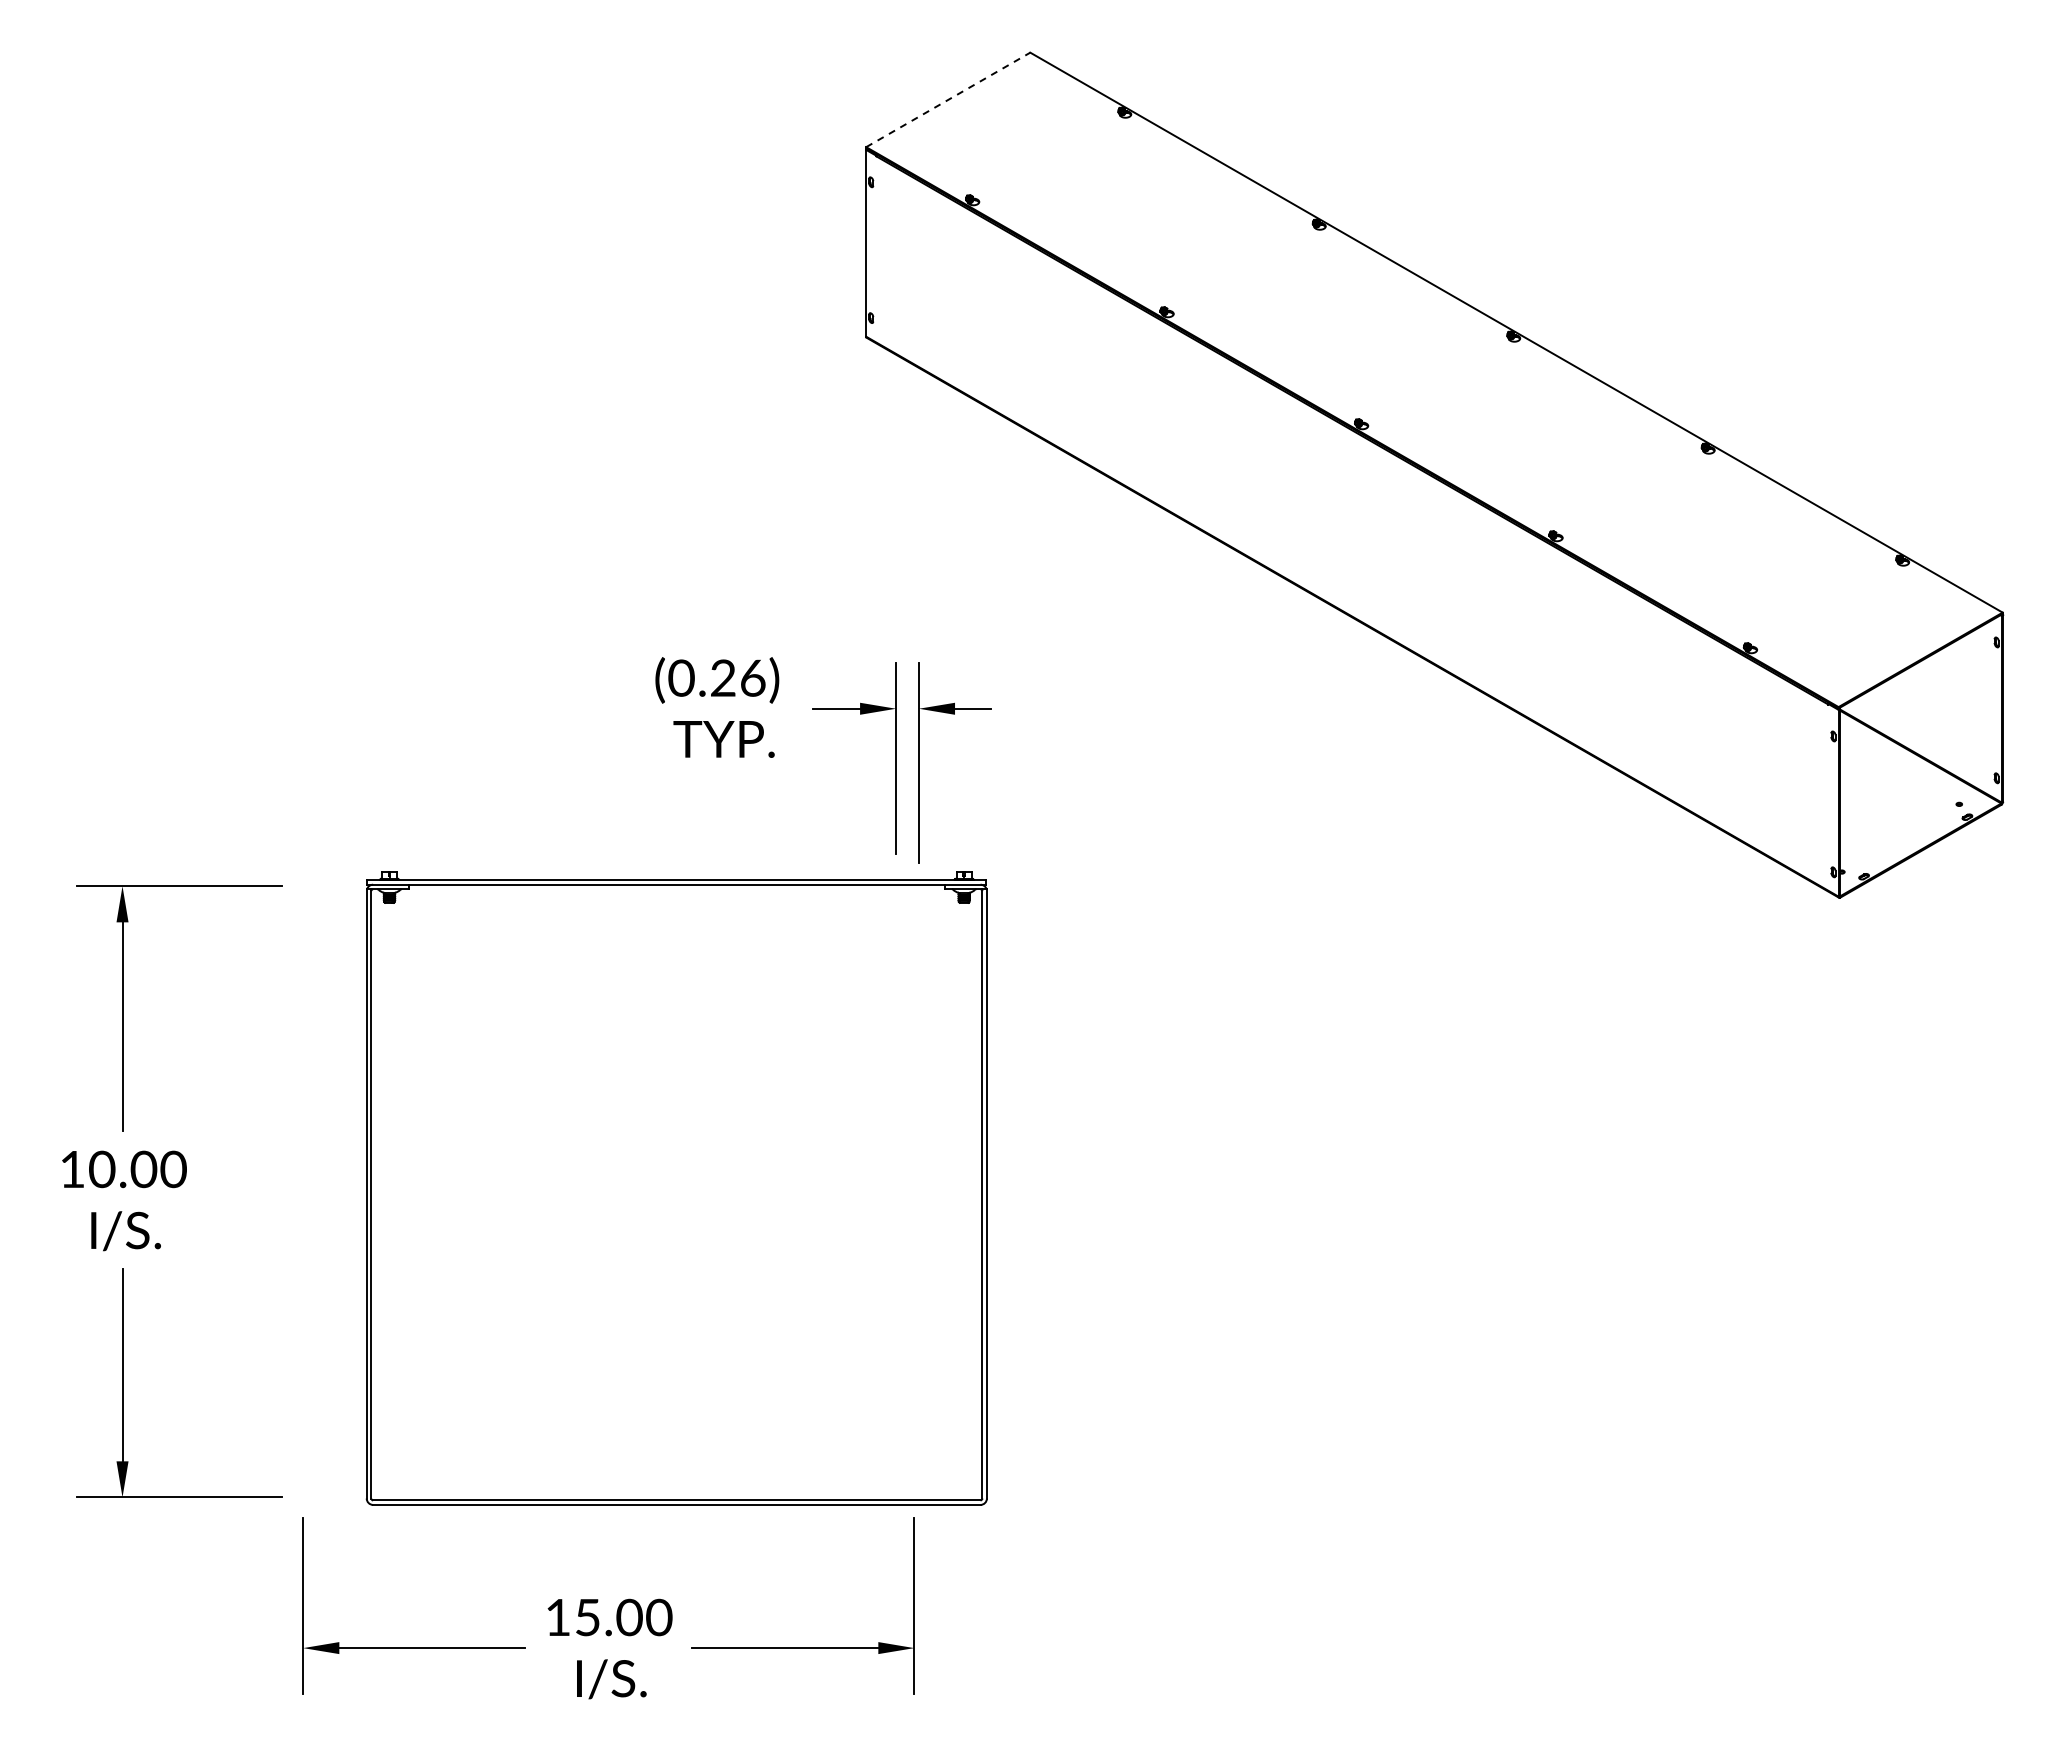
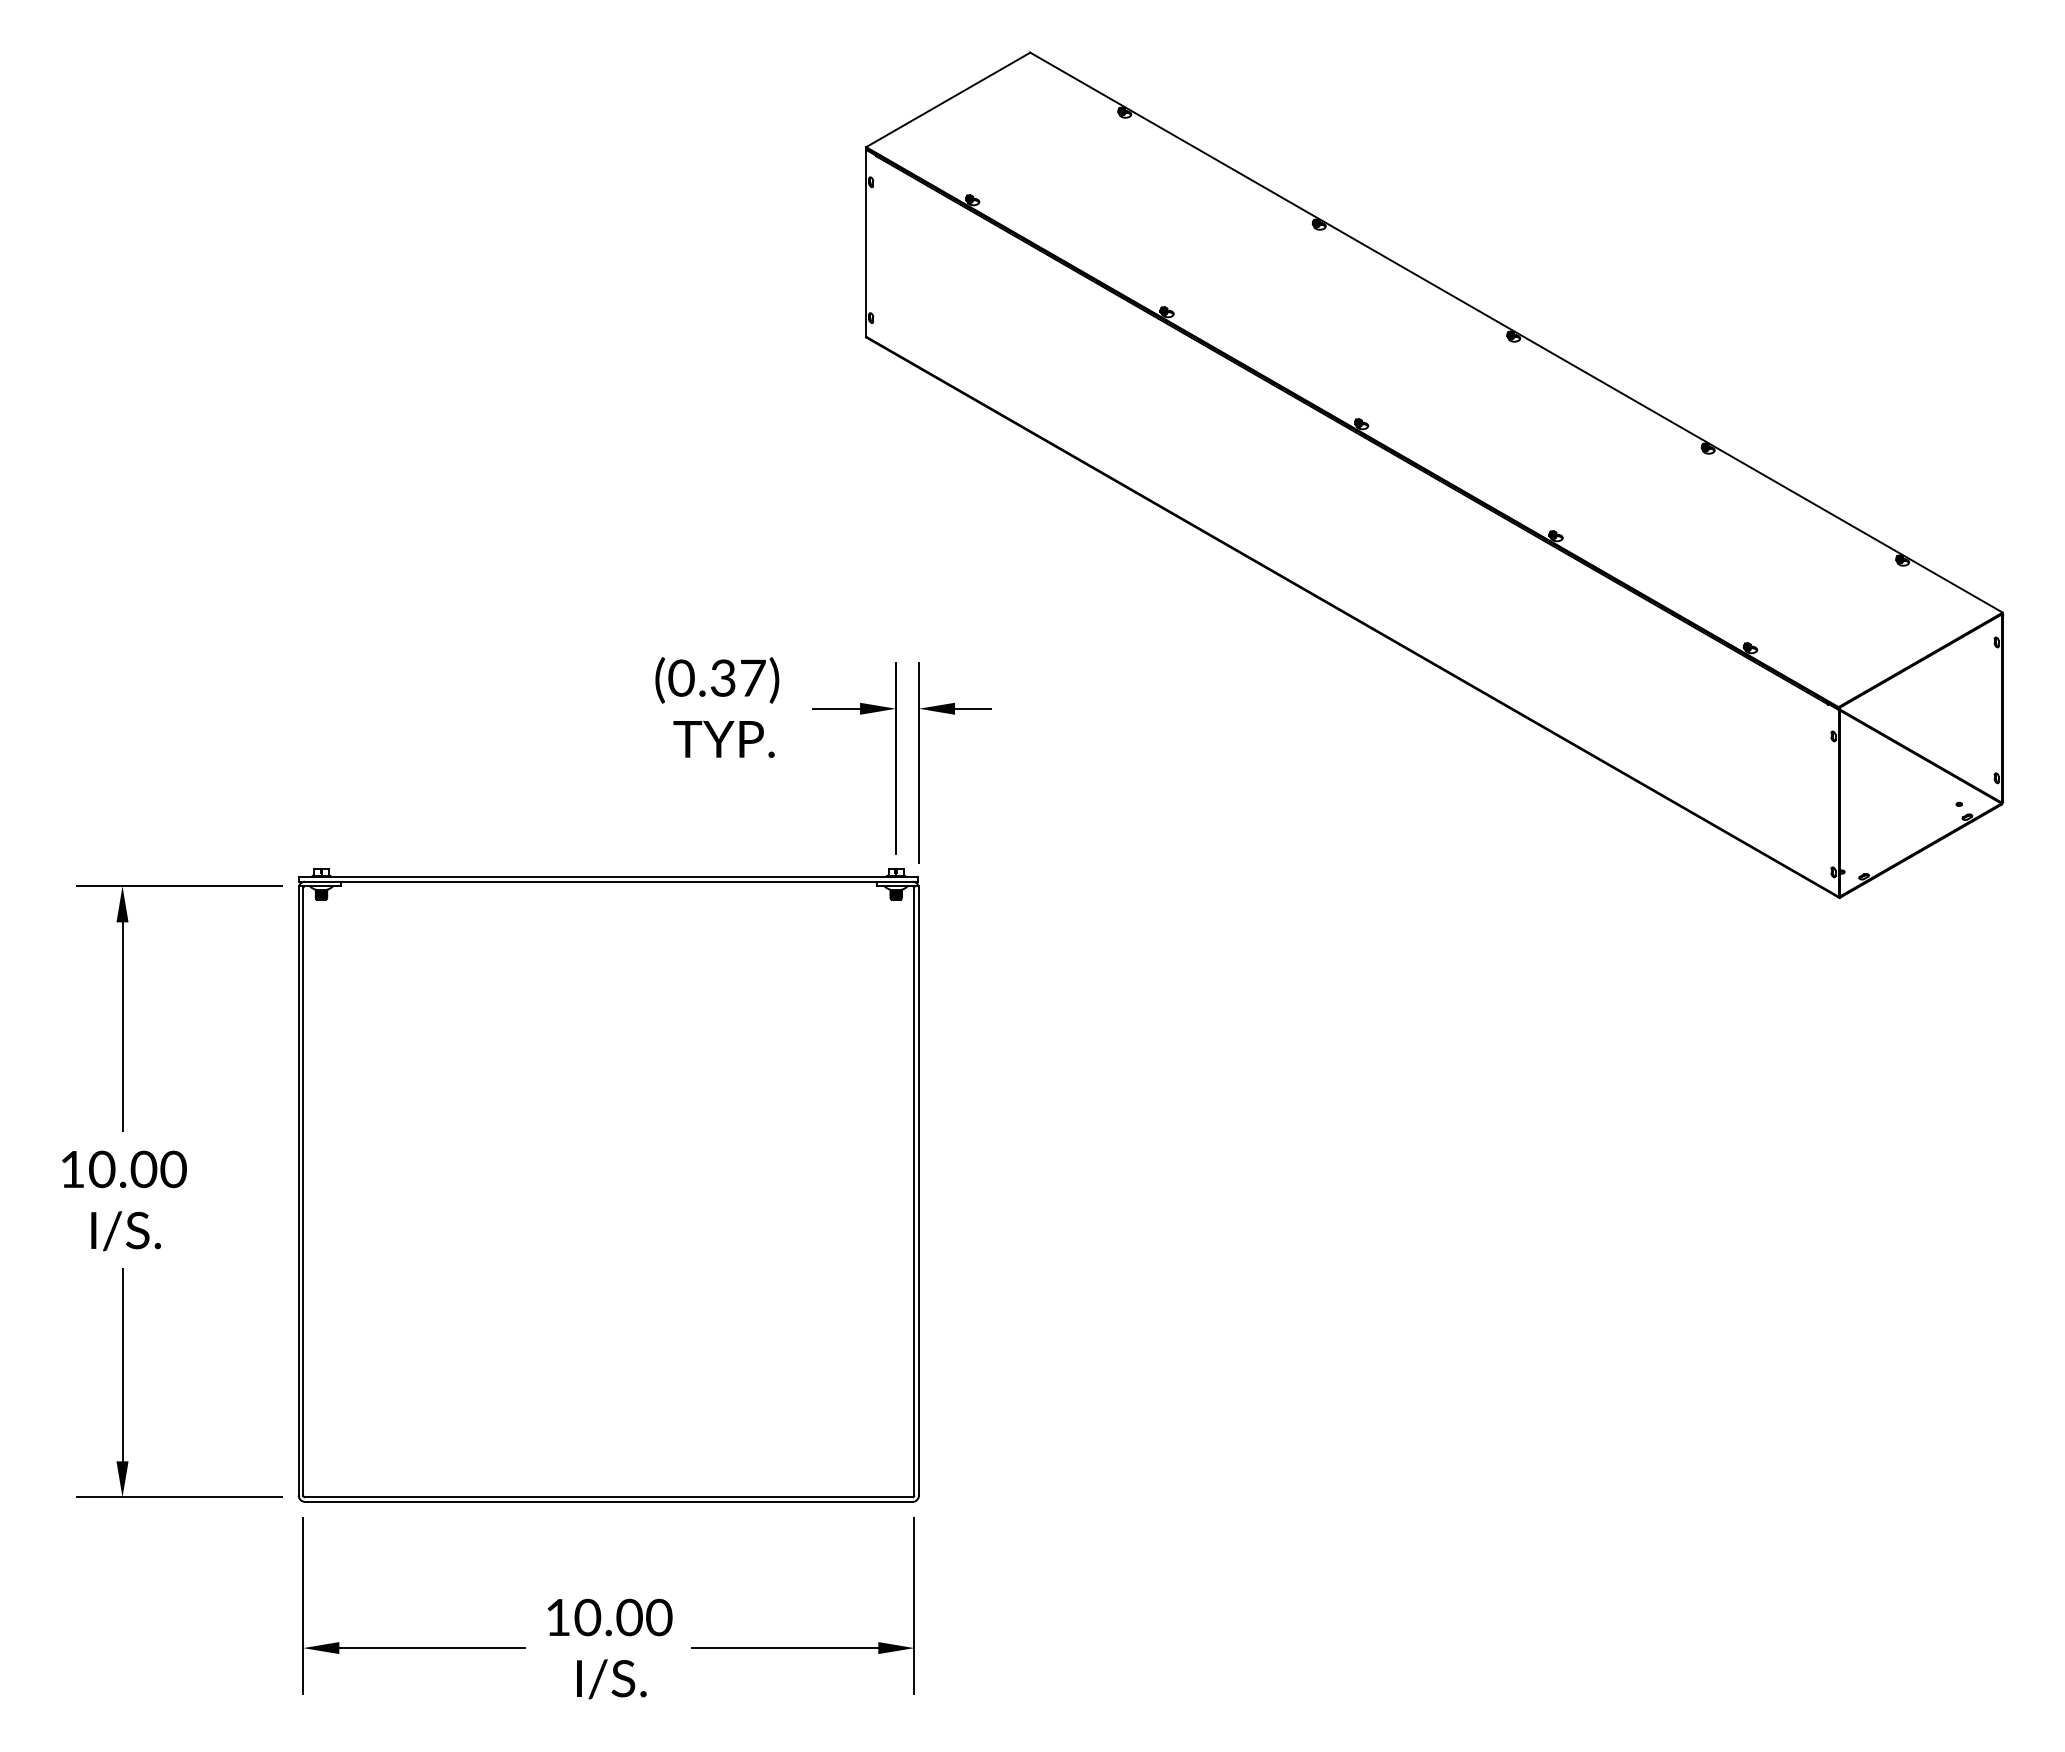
line at (948, 99): dashed -> solid
text at (738, 677): (0.26) -> (0.37)
part at (676, 1188) position: (676, 1188) -> (608, 1185)
text at (587, 1617): 15.00 -> 10.00
